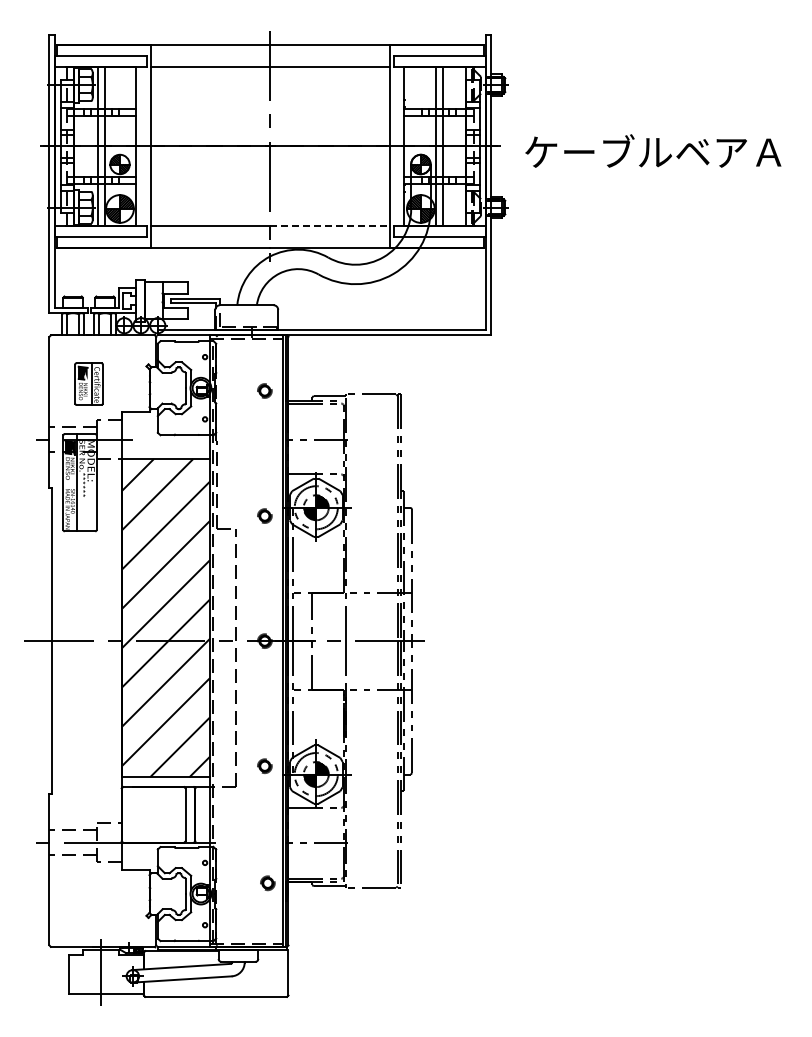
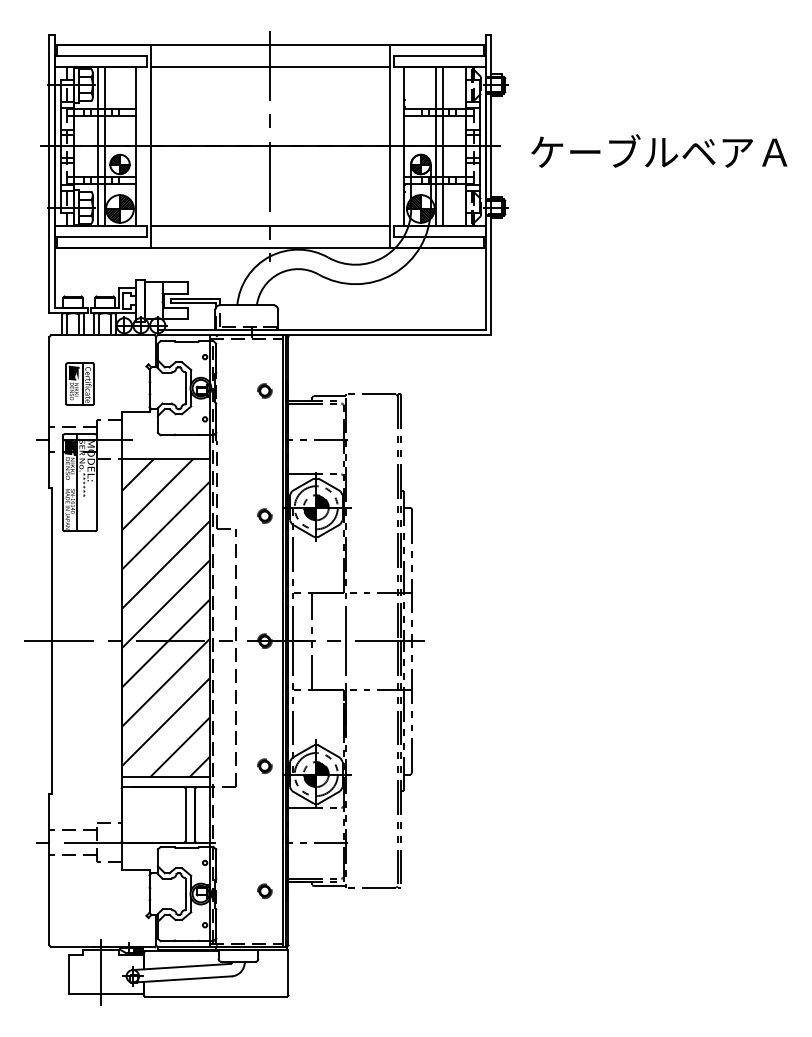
text at (653, 150) position: (653, 150) -> (659, 150)
line at (330, 225): dashed -> solid
part at (88, 383) position: (88, 383) -> (79, 383)
part at (267, 883) position: (267, 883) -> (264, 891)
